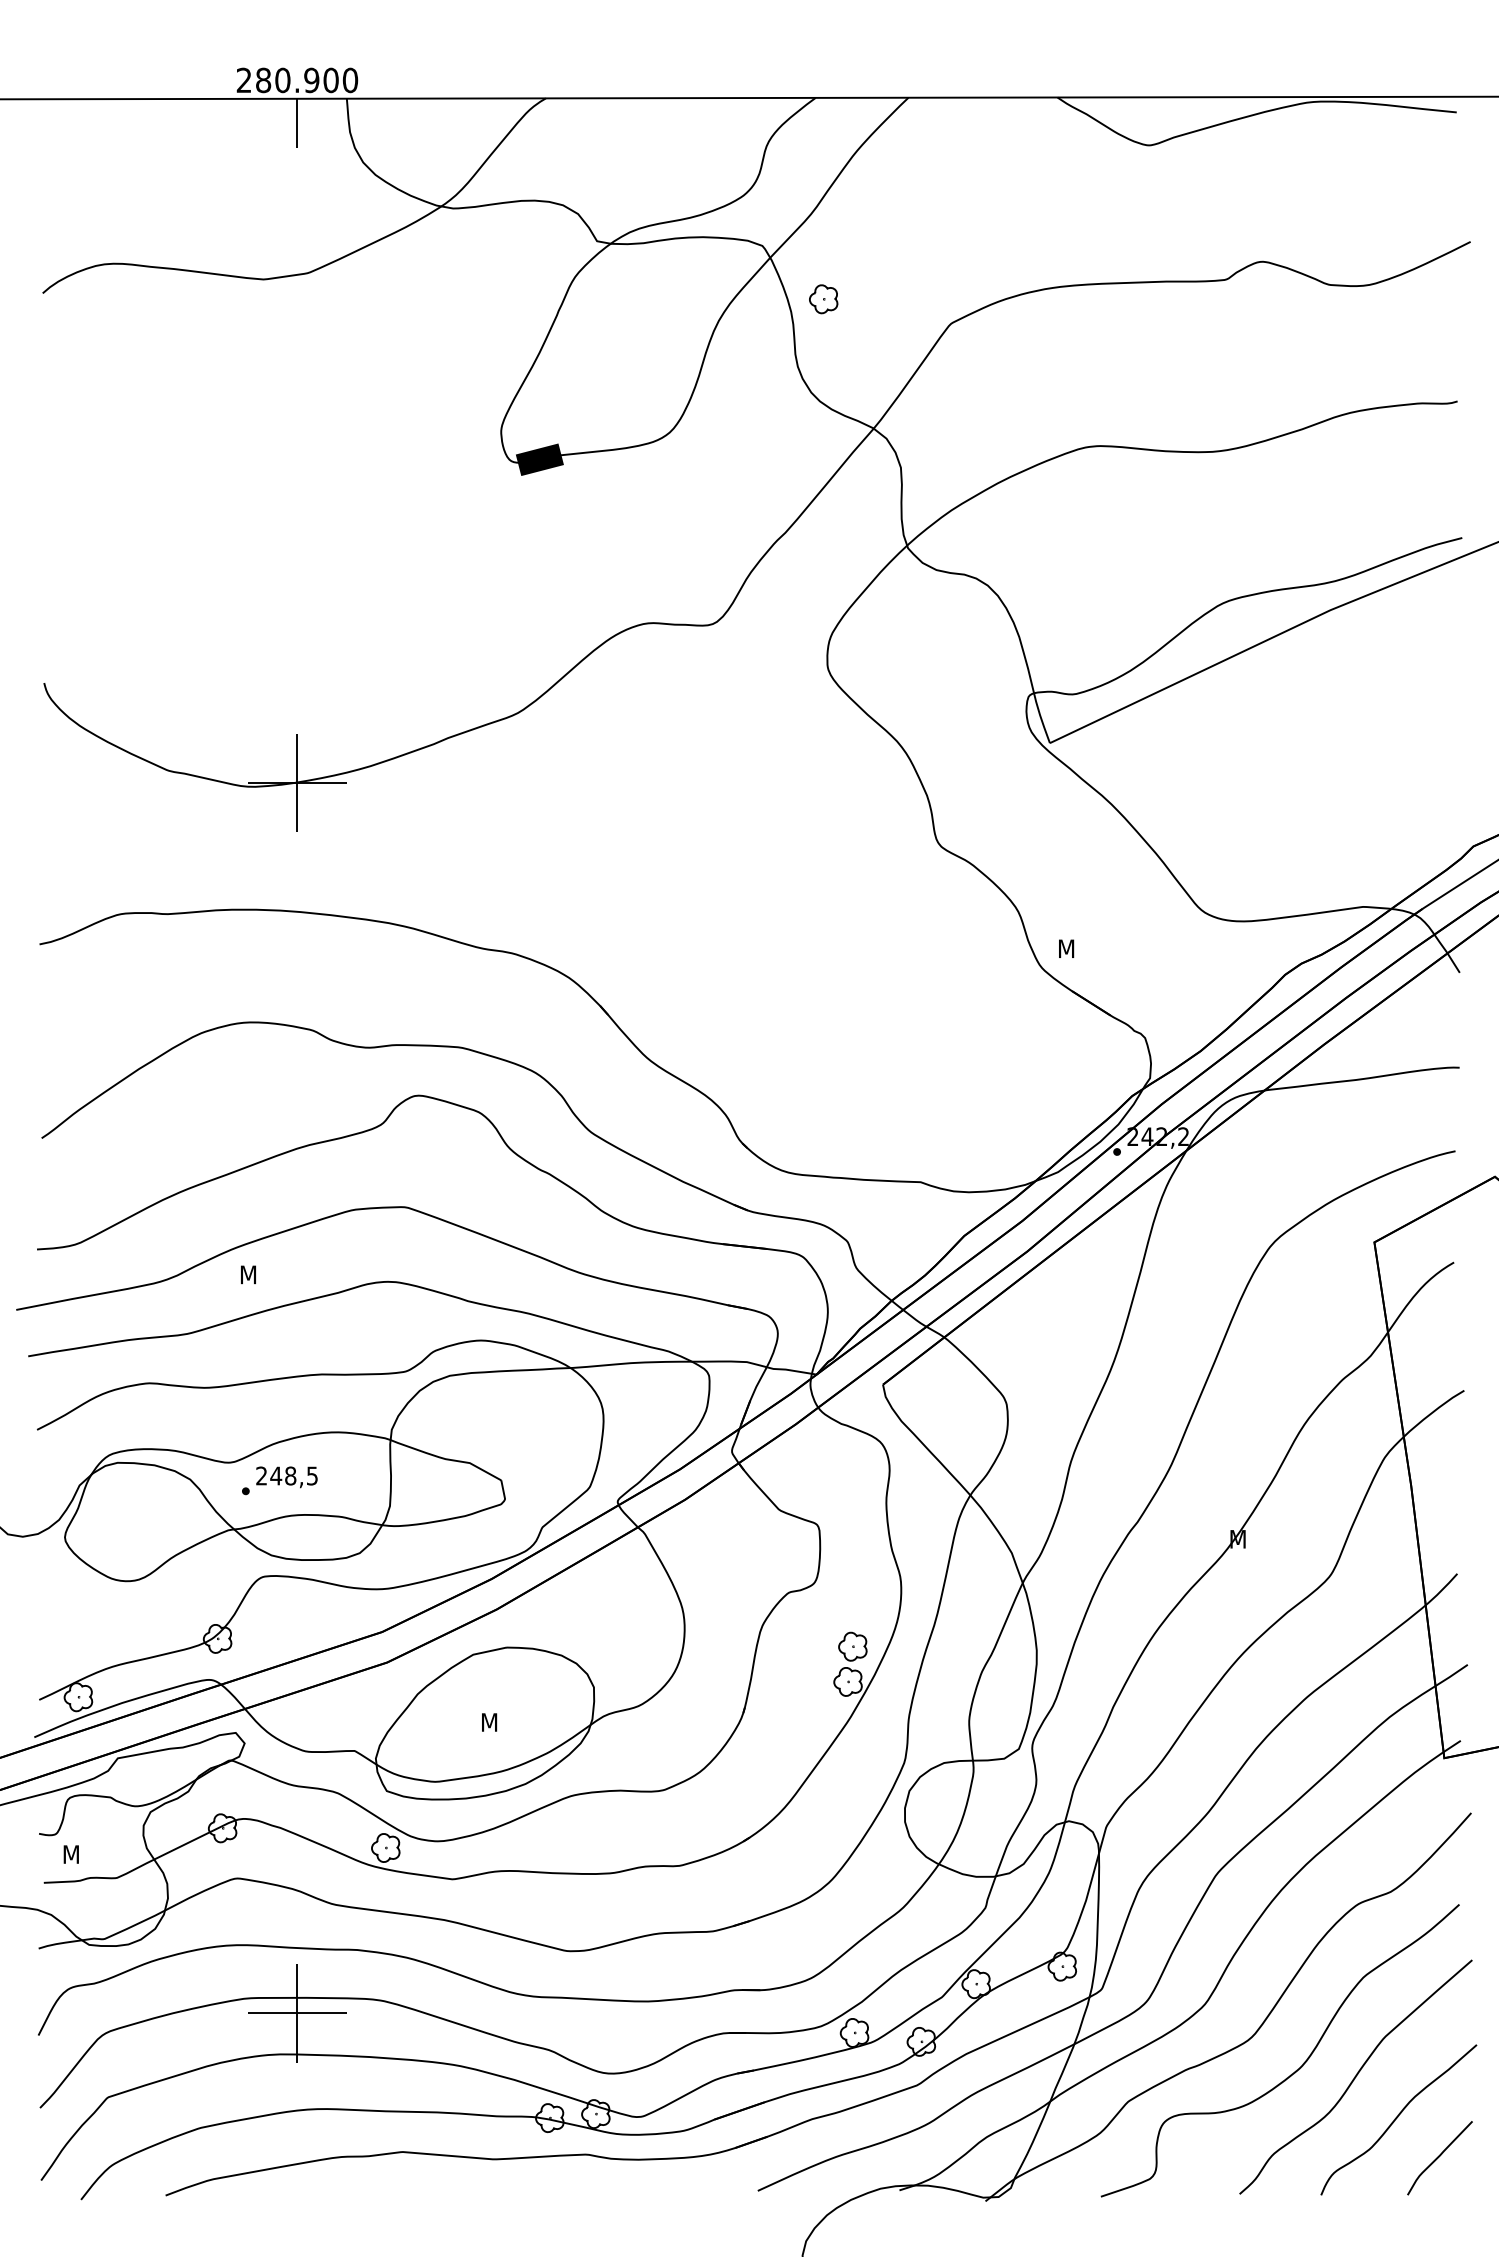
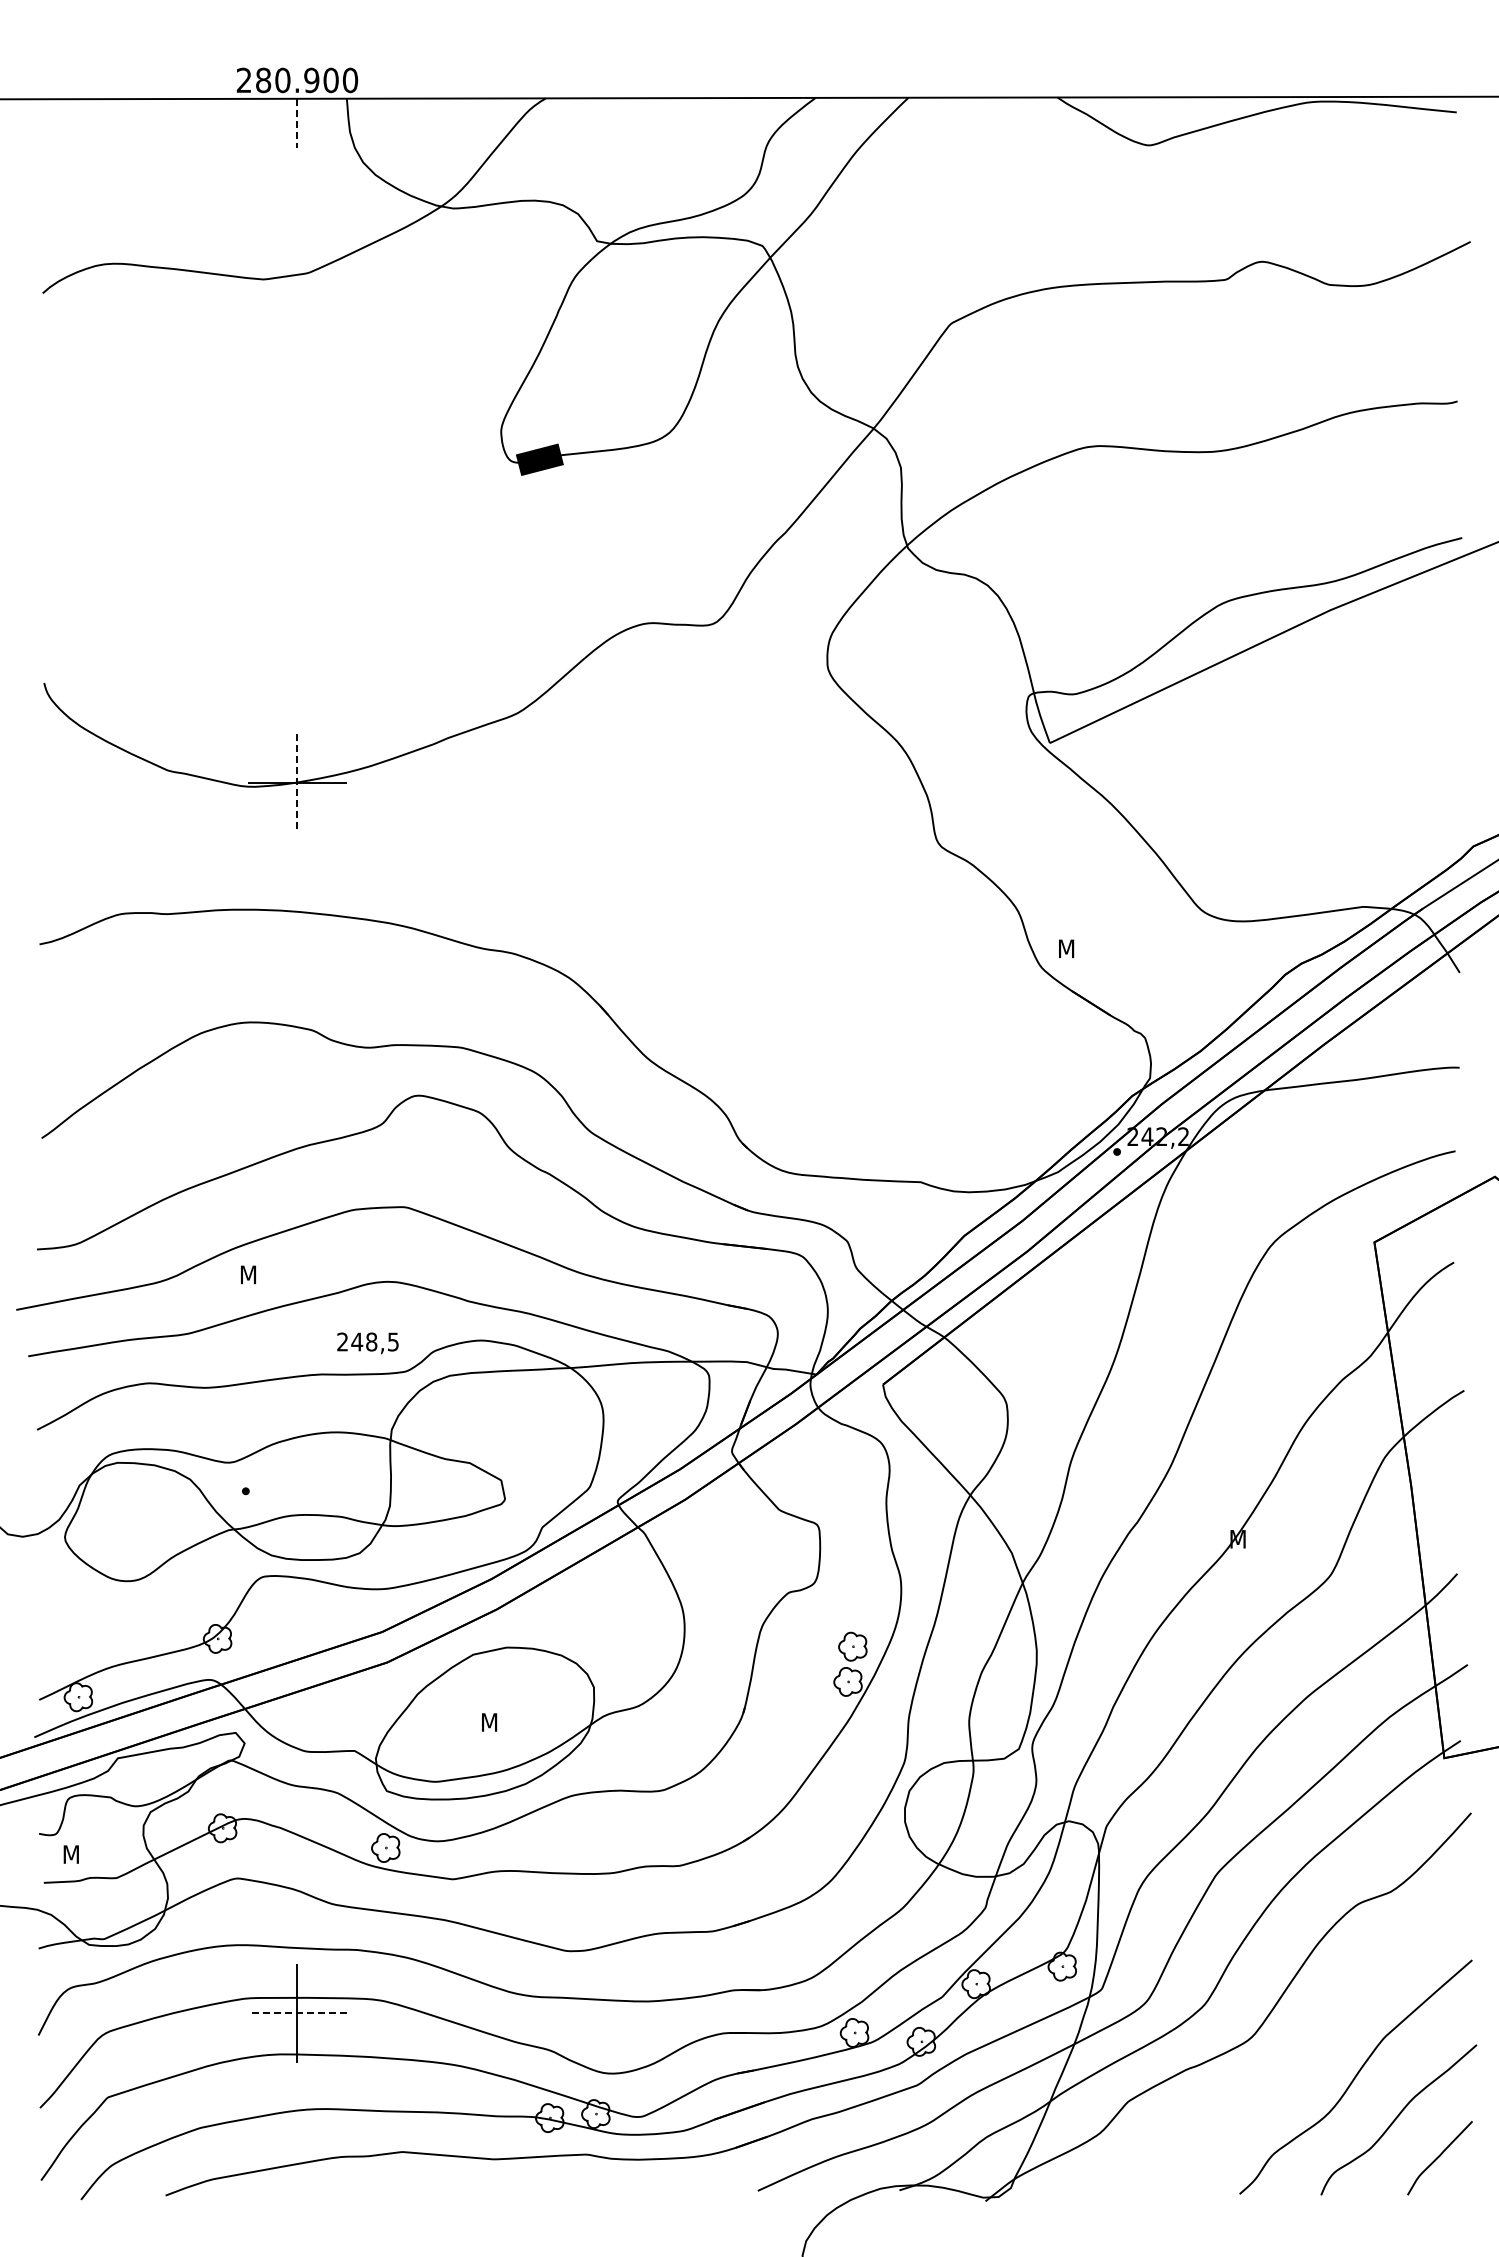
line at (297, 123): solid -> dashed
part at (823, 299): present -> none
line at (297, 783): solid -> dashed
text at (286, 1477) position: (286, 1477) -> (367, 1343)
line at (296, 2013): solid -> dashed
curve at (1295, 2070): present -> none
